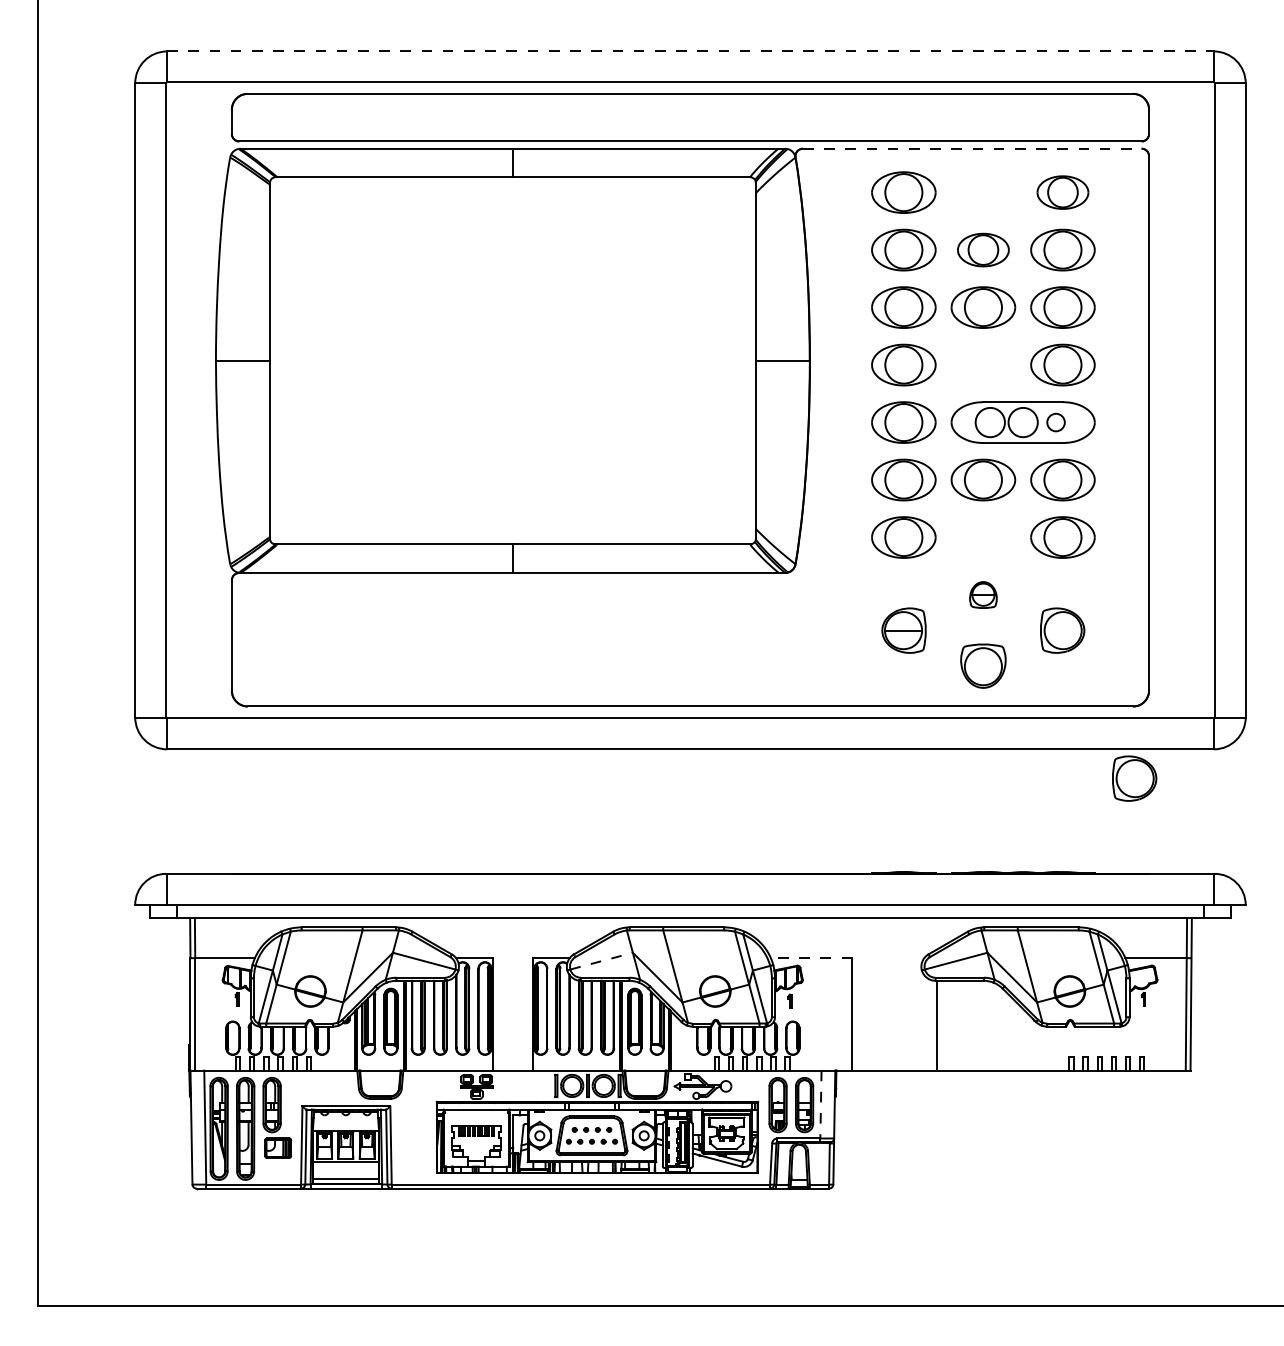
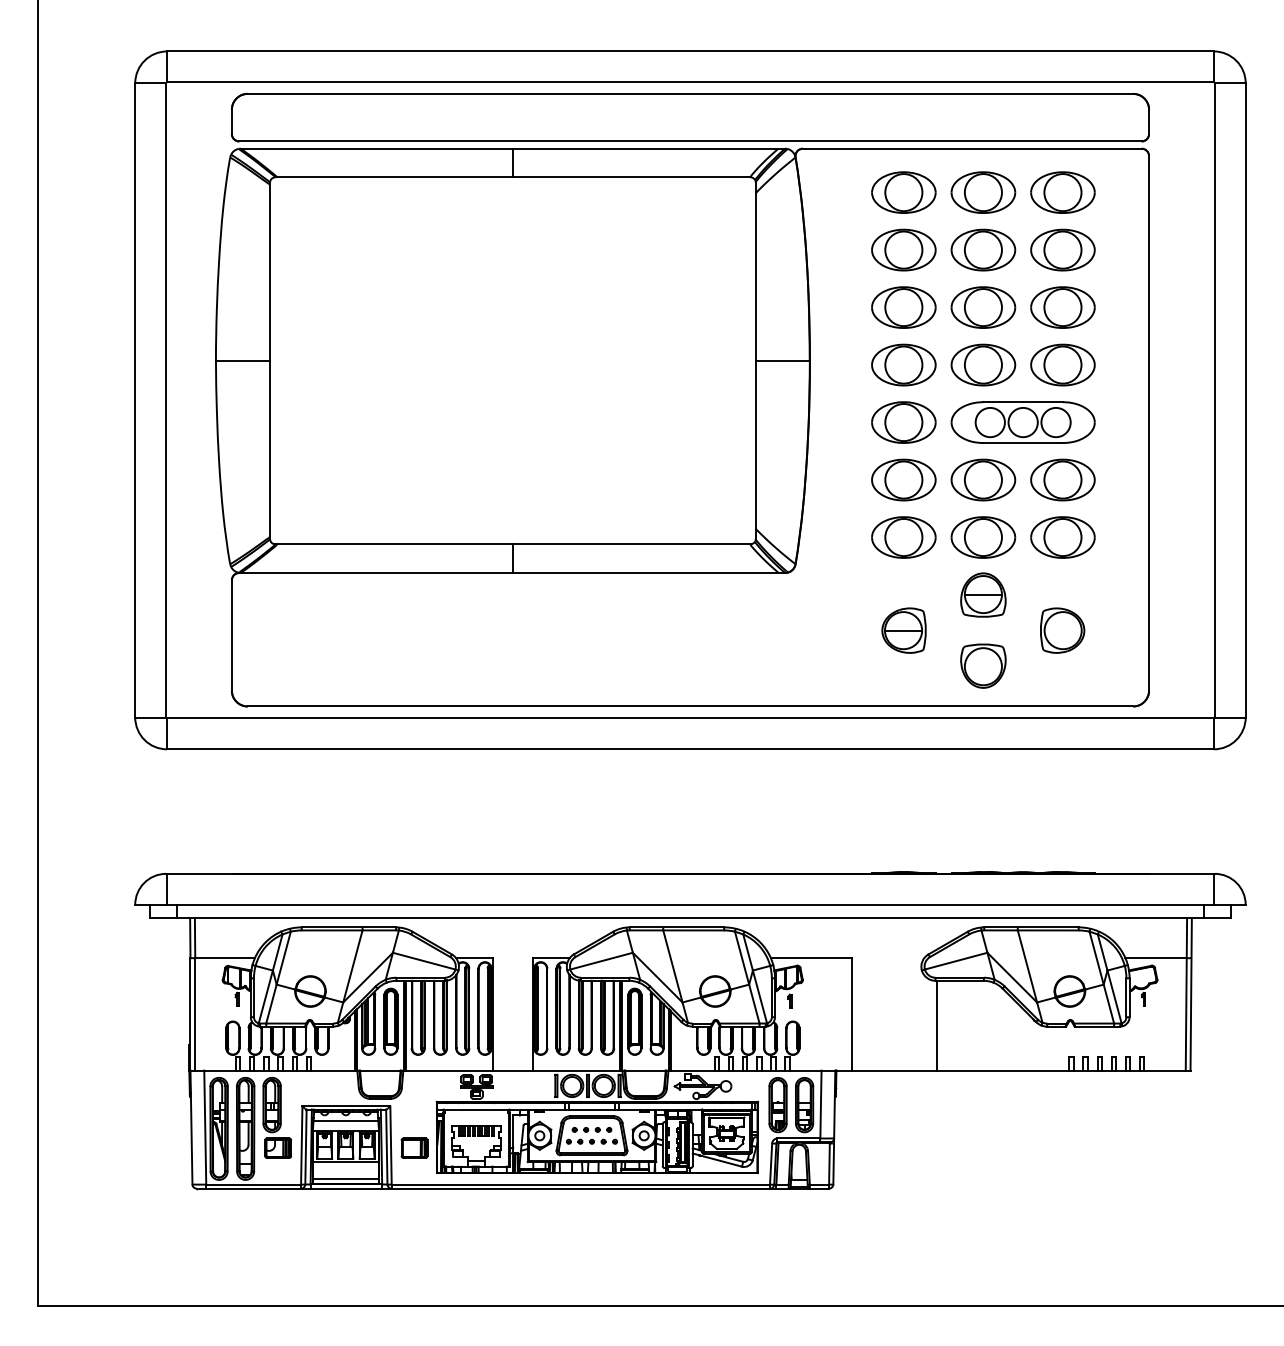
line at (690, 51): dashed -> solid
line at (972, 148): dashed -> solid
part at (983, 192): none -> present
part at (1062, 192) size: 54x35 px -> 66x43 px
part at (983, 249) size: 53x36 px -> 67x44 px
part at (983, 364): none -> present
circle at (1055, 422) diameter: 18 px -> 29 px
part at (983, 537): none -> present
part at (983, 594) size: 29x28 px -> 47x46 px
part at (1134, 778): present -> none
line at (811, 958): dashed -> solid
line at (602, 961): dashed -> solid
line at (820, 1104): dashed -> solid
line at (345, 1121): none -> present
part at (414, 1147): none -> present
